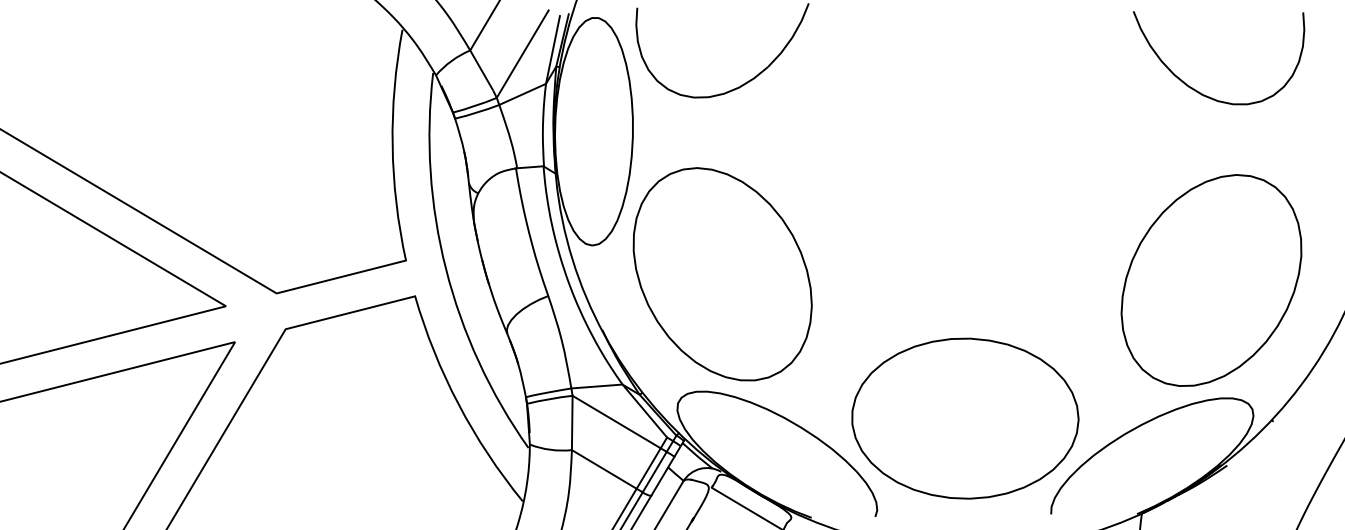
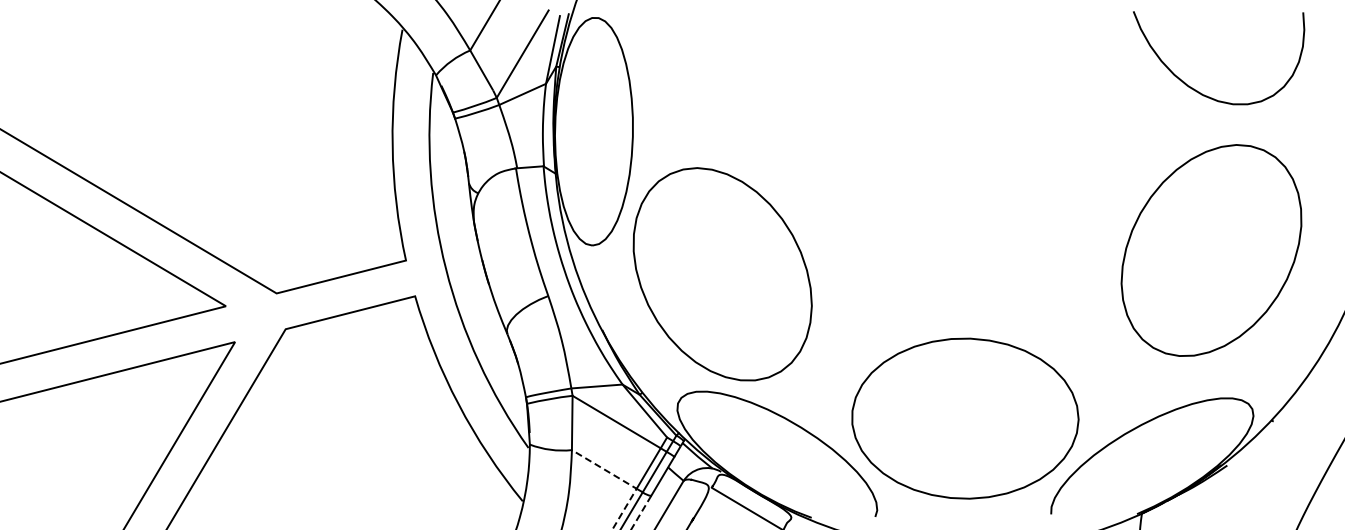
part at (743, 83): present -> none
part at (1211, 280) position: (1211, 280) -> (1211, 250)
line at (624, 481): solid -> dashed
line at (641, 513): solid -> dashed
